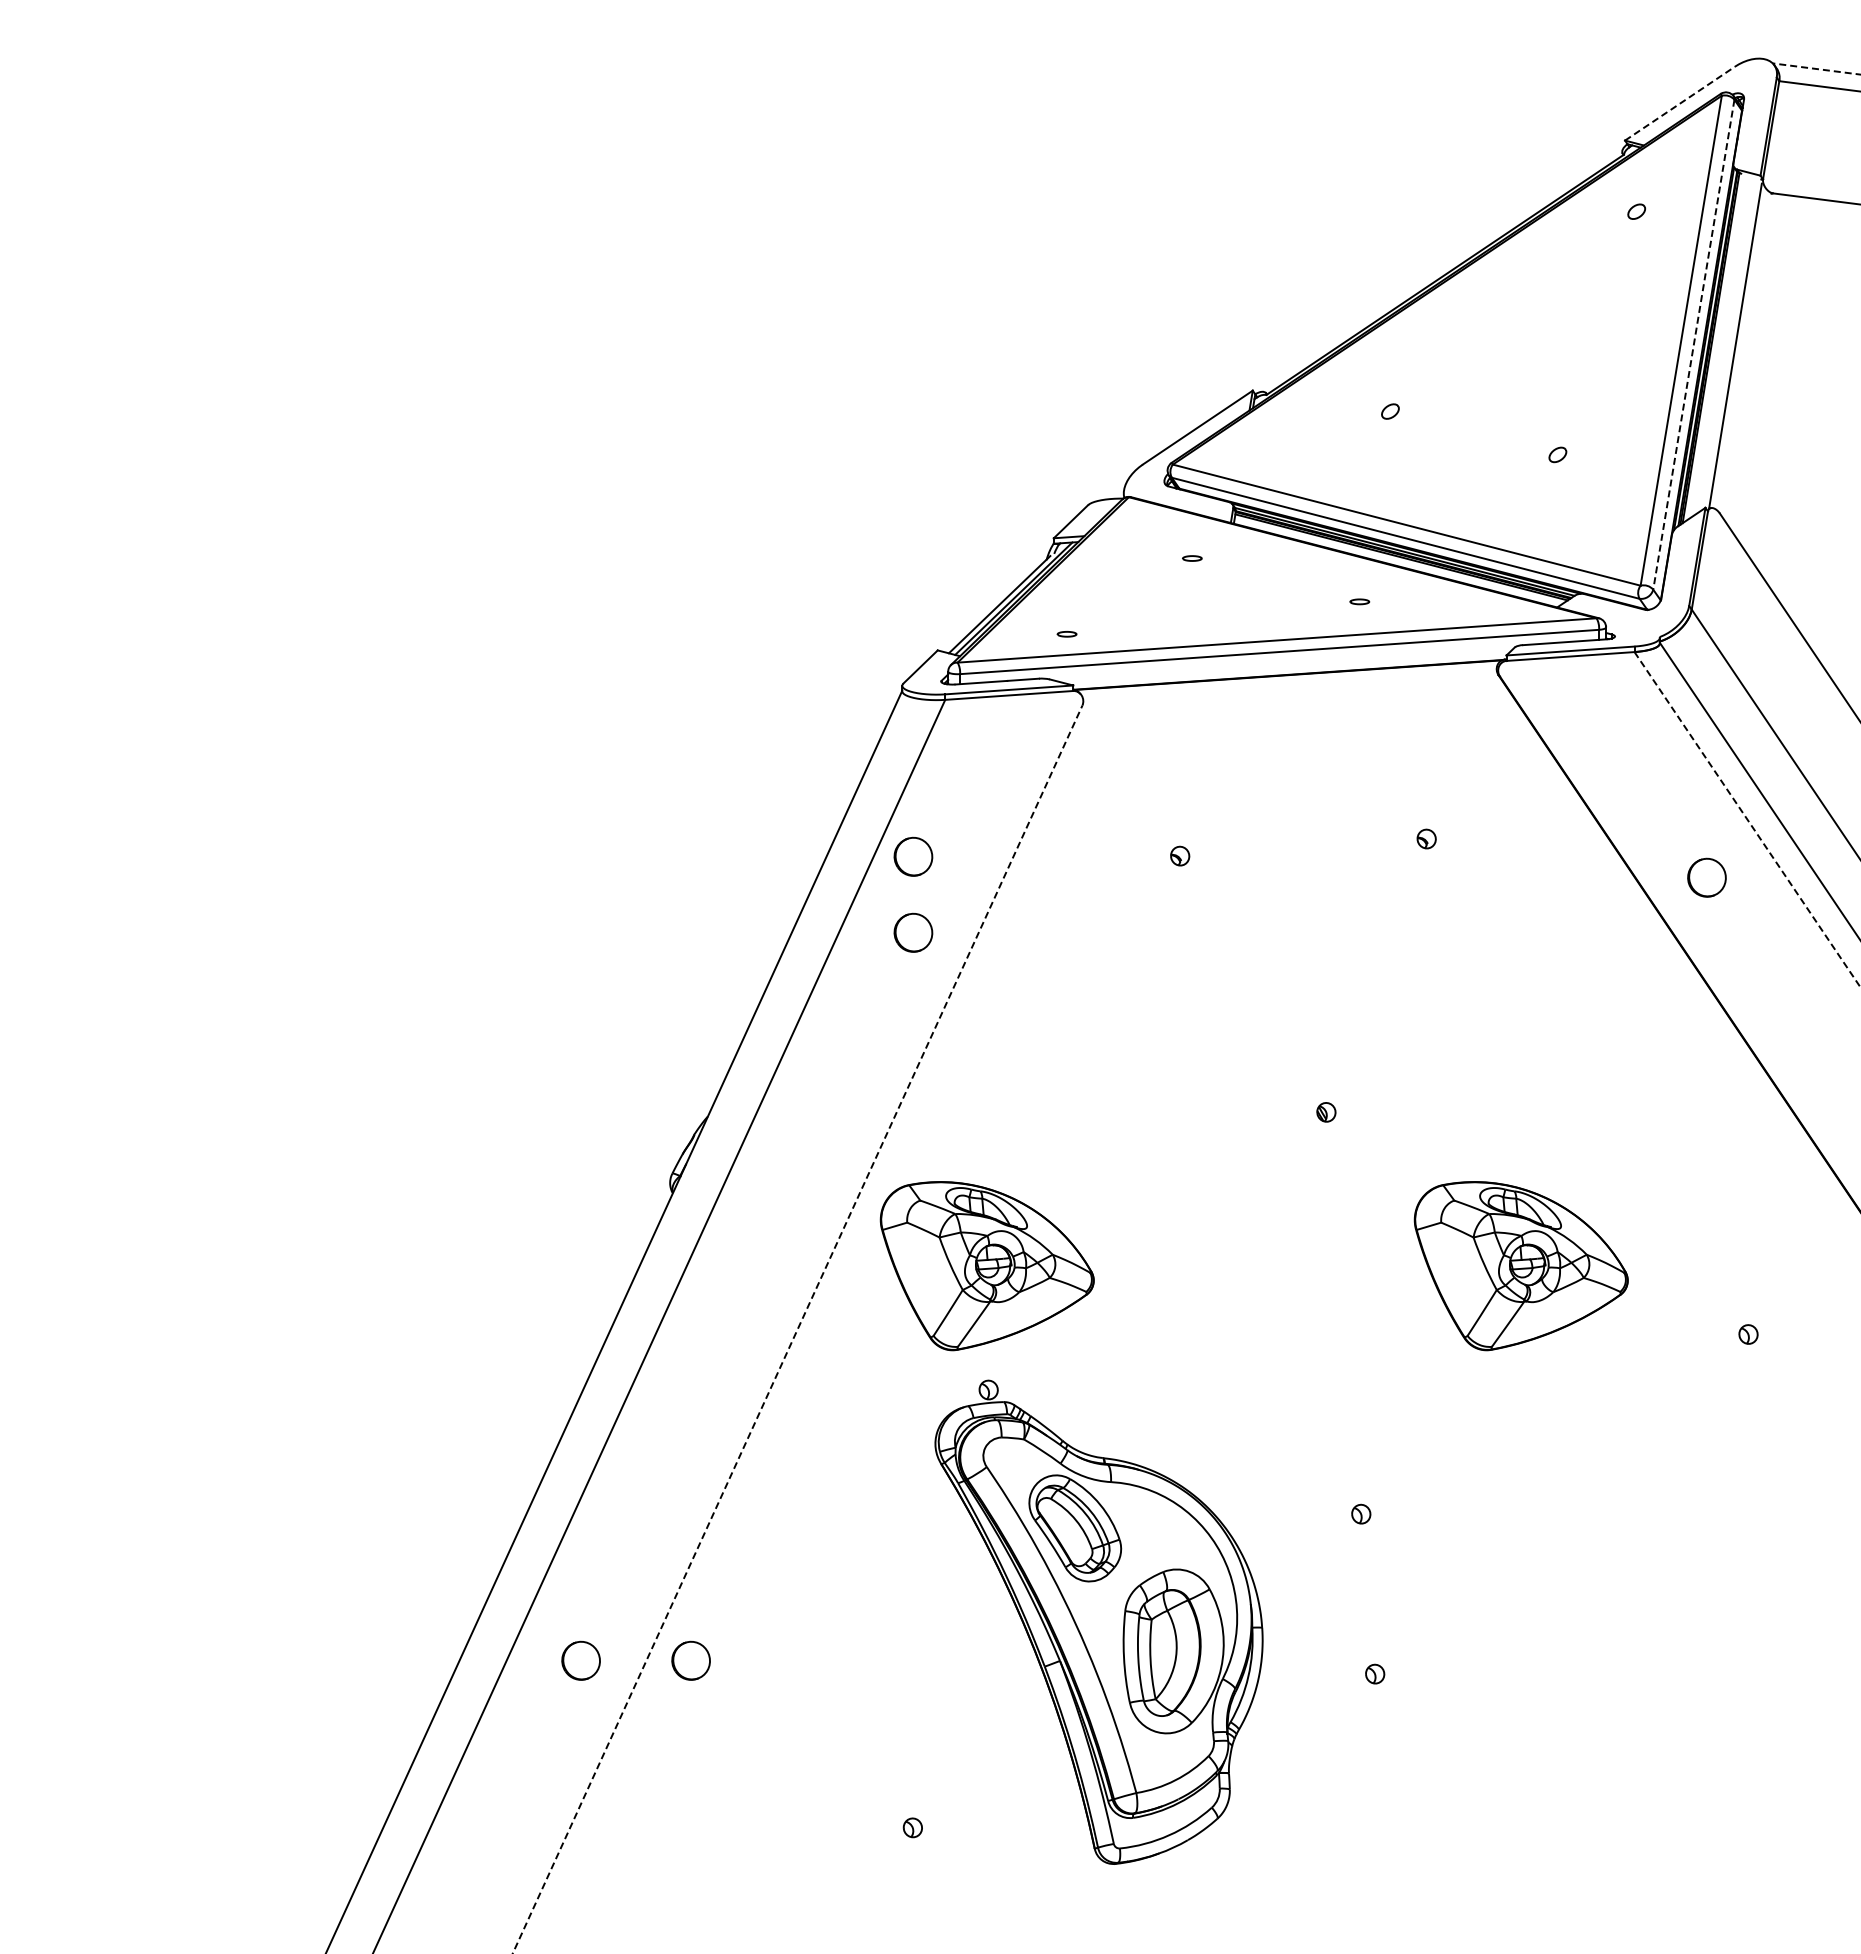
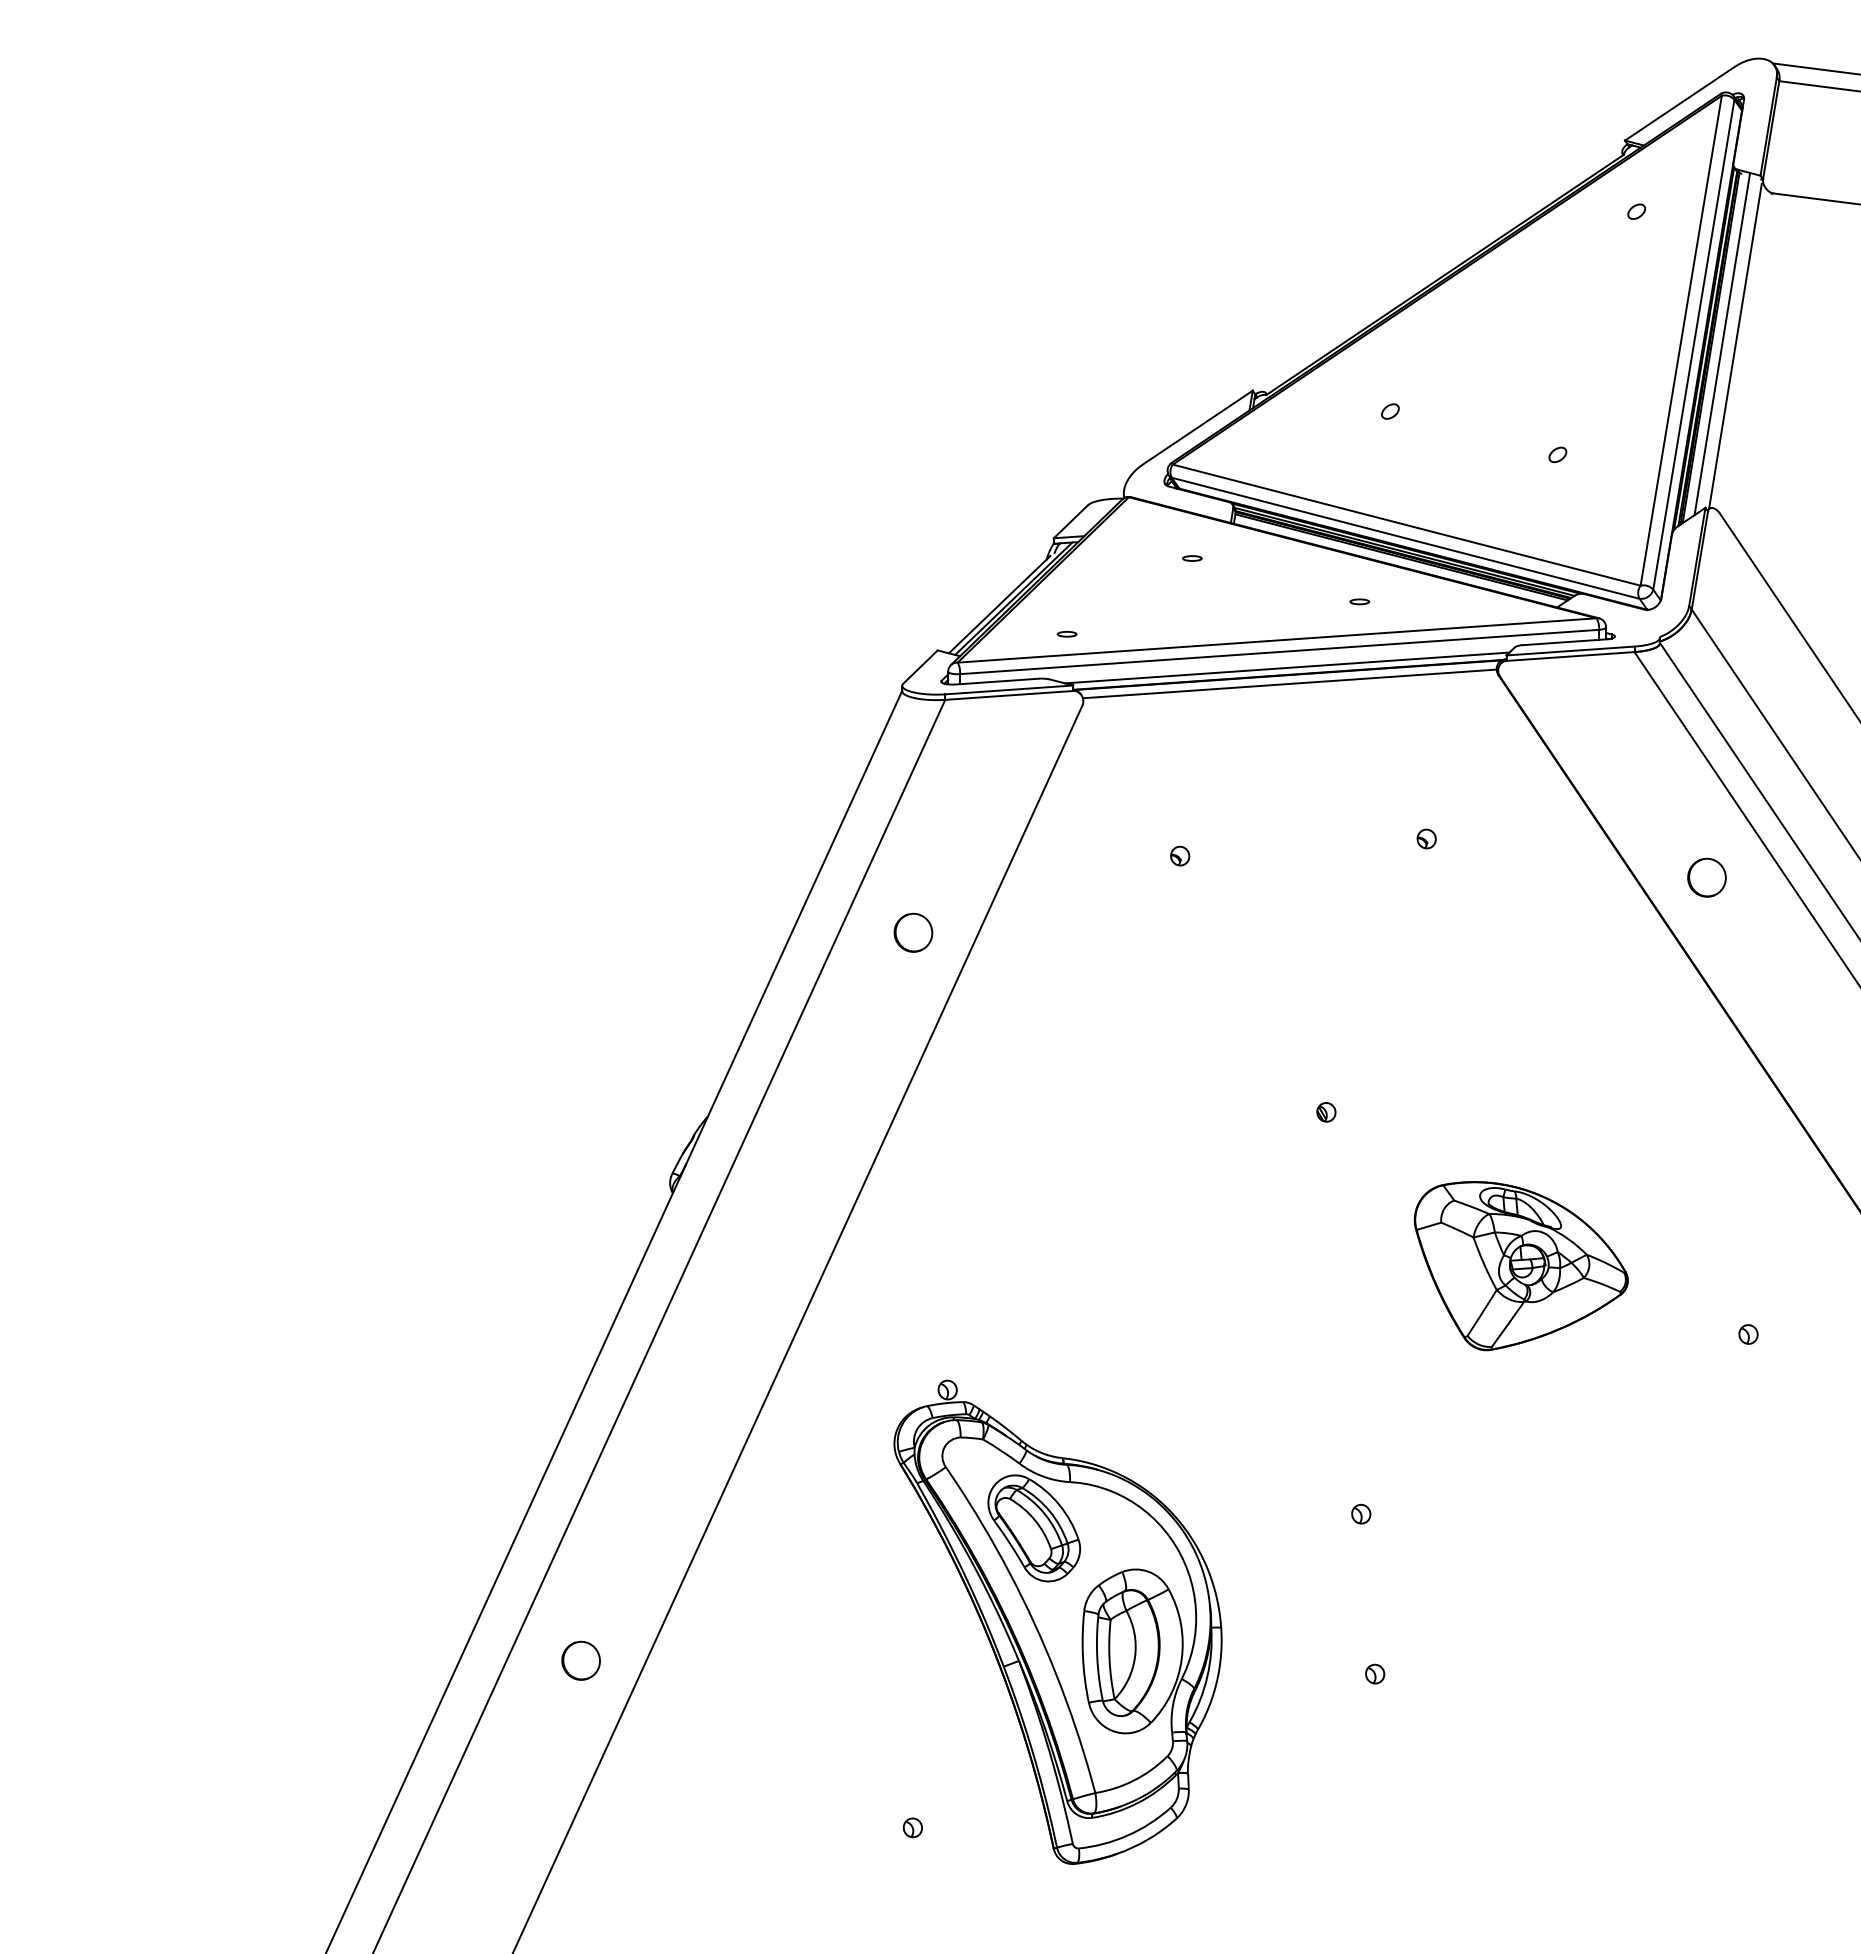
line at (1816, 68): dashed -> solid
line at (1680, 103): dashed -> solid
line at (1722, 344): none -> present
line at (1693, 345): dashed -> solid
line at (1287, 667): none -> present
line at (1289, 683): none -> present
line at (1747, 820): dashed -> solid
part at (913, 856): present -> none
part at (986, 1266): present -> none
line at (797, 1329): dashed -> solid
part at (1098, 1621) position: (1098, 1621) -> (1057, 1621)
part at (690, 1660): present -> none
